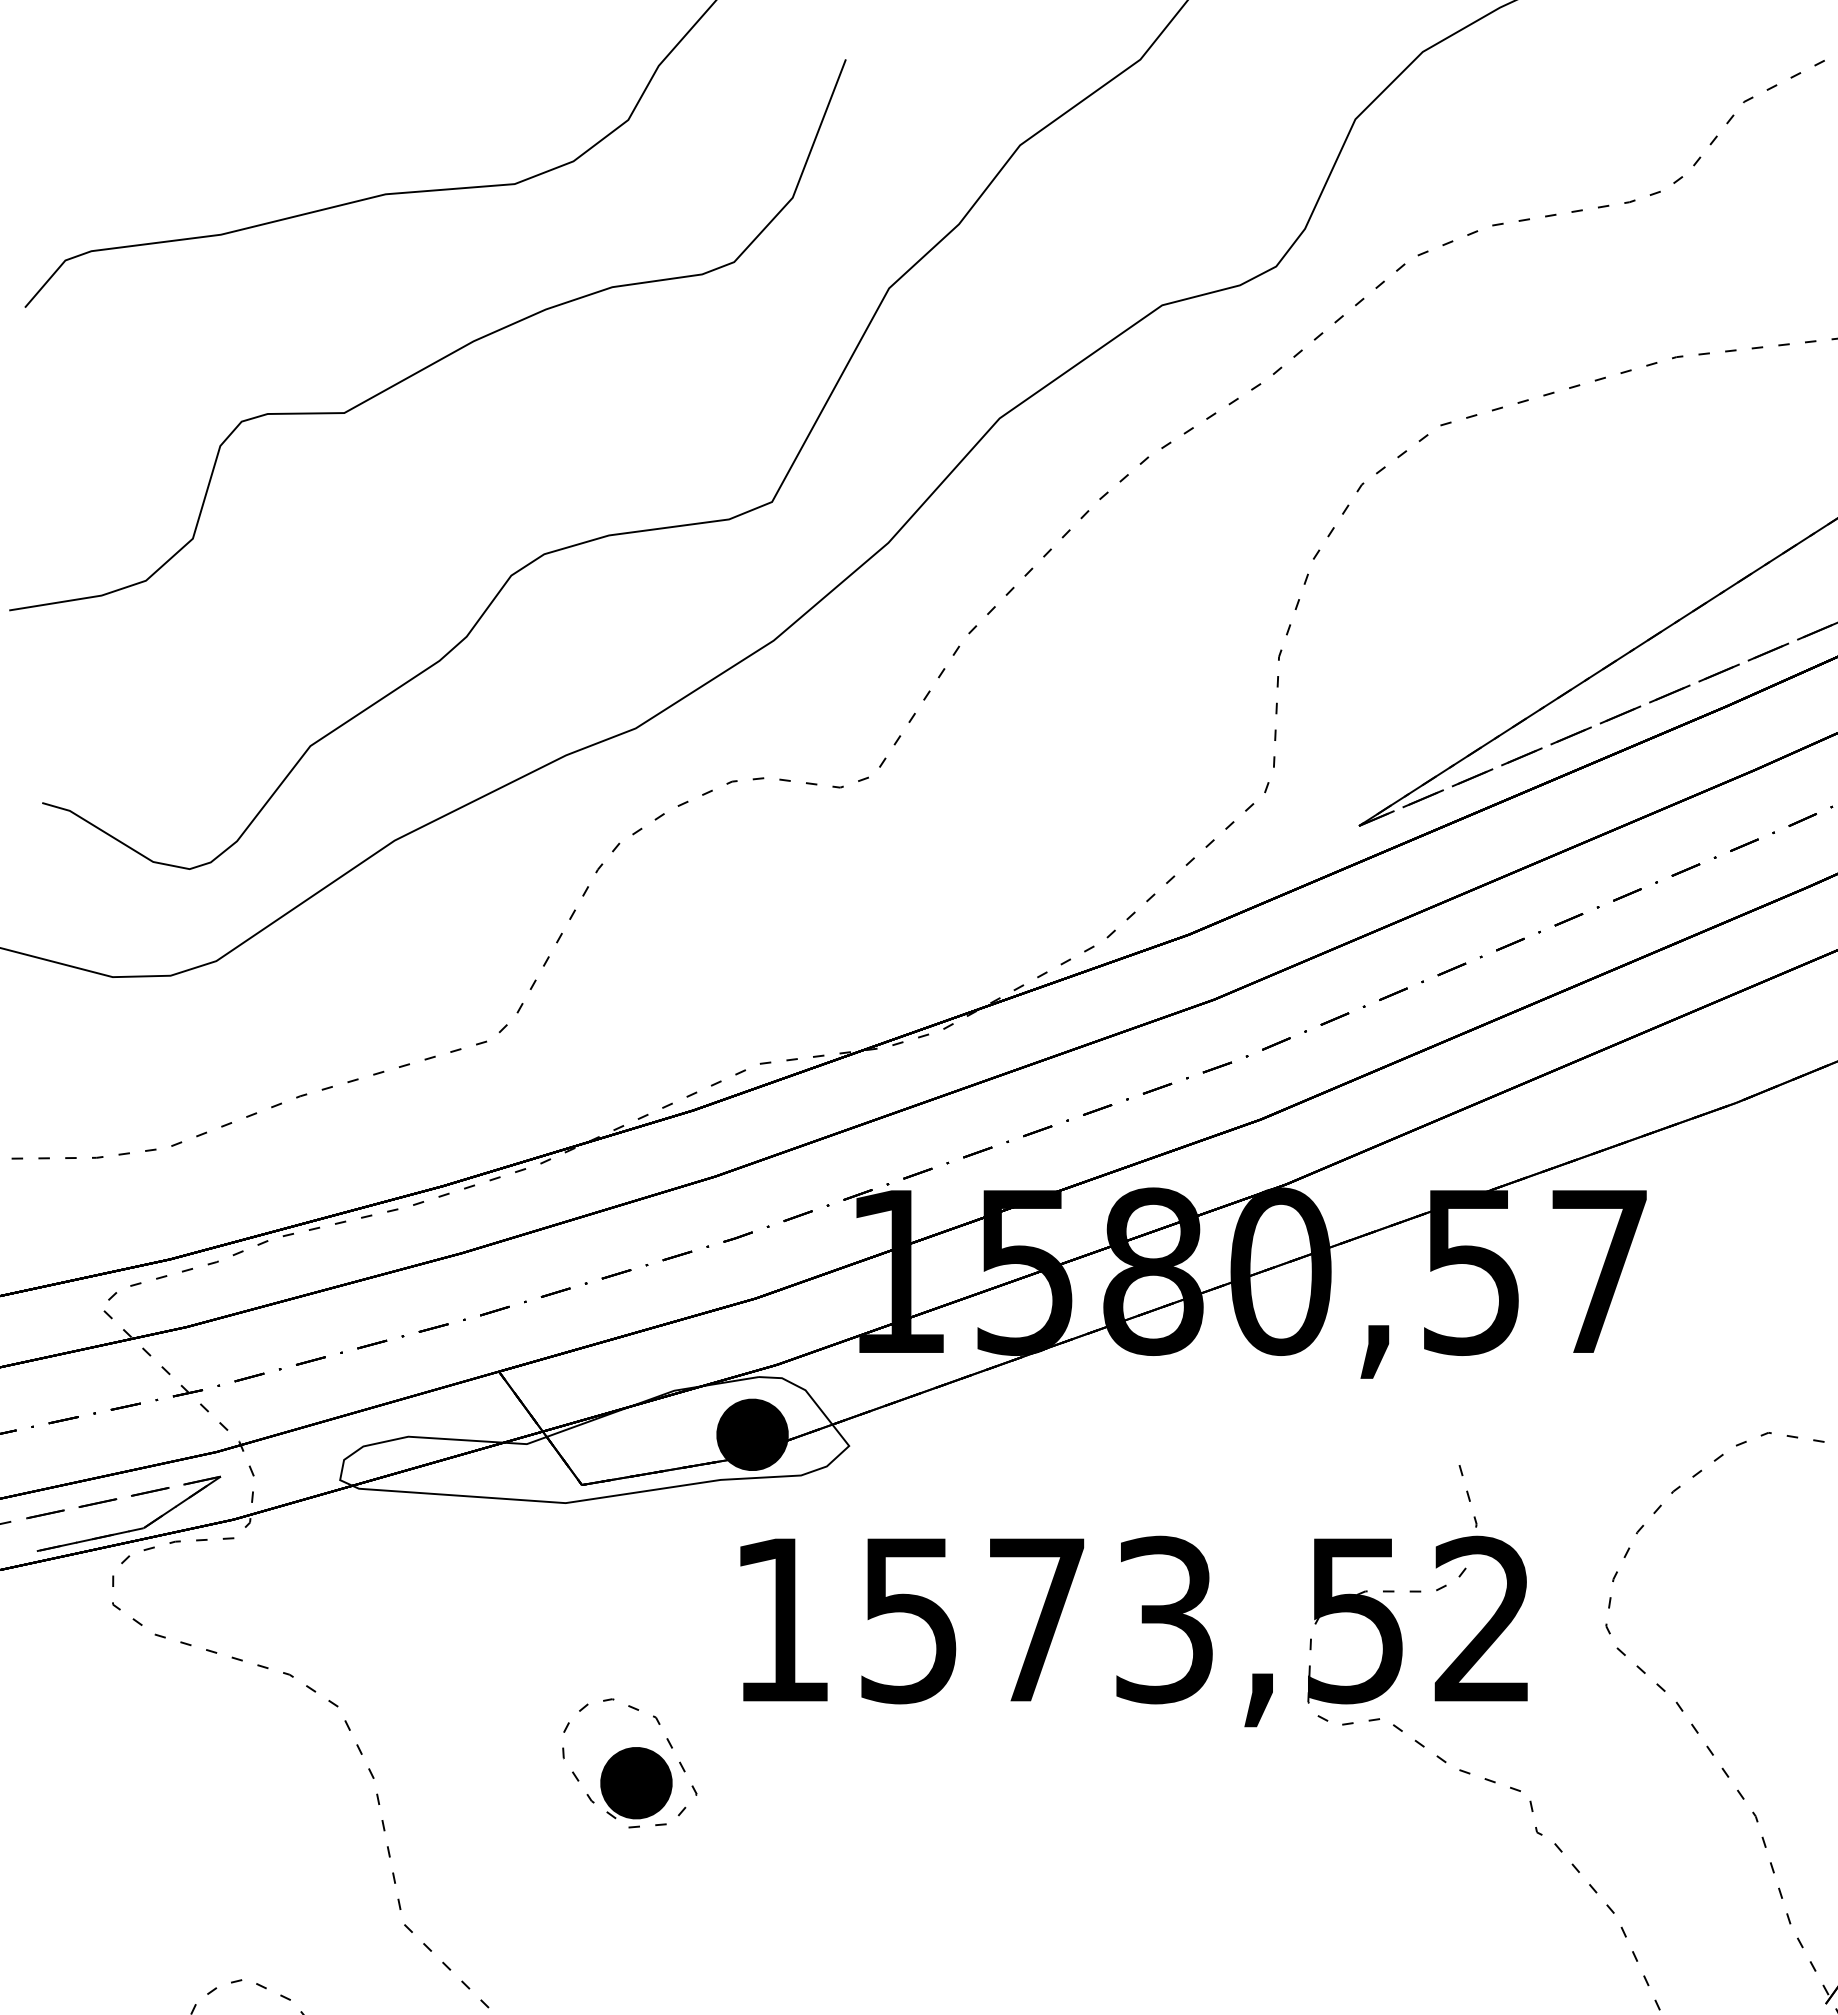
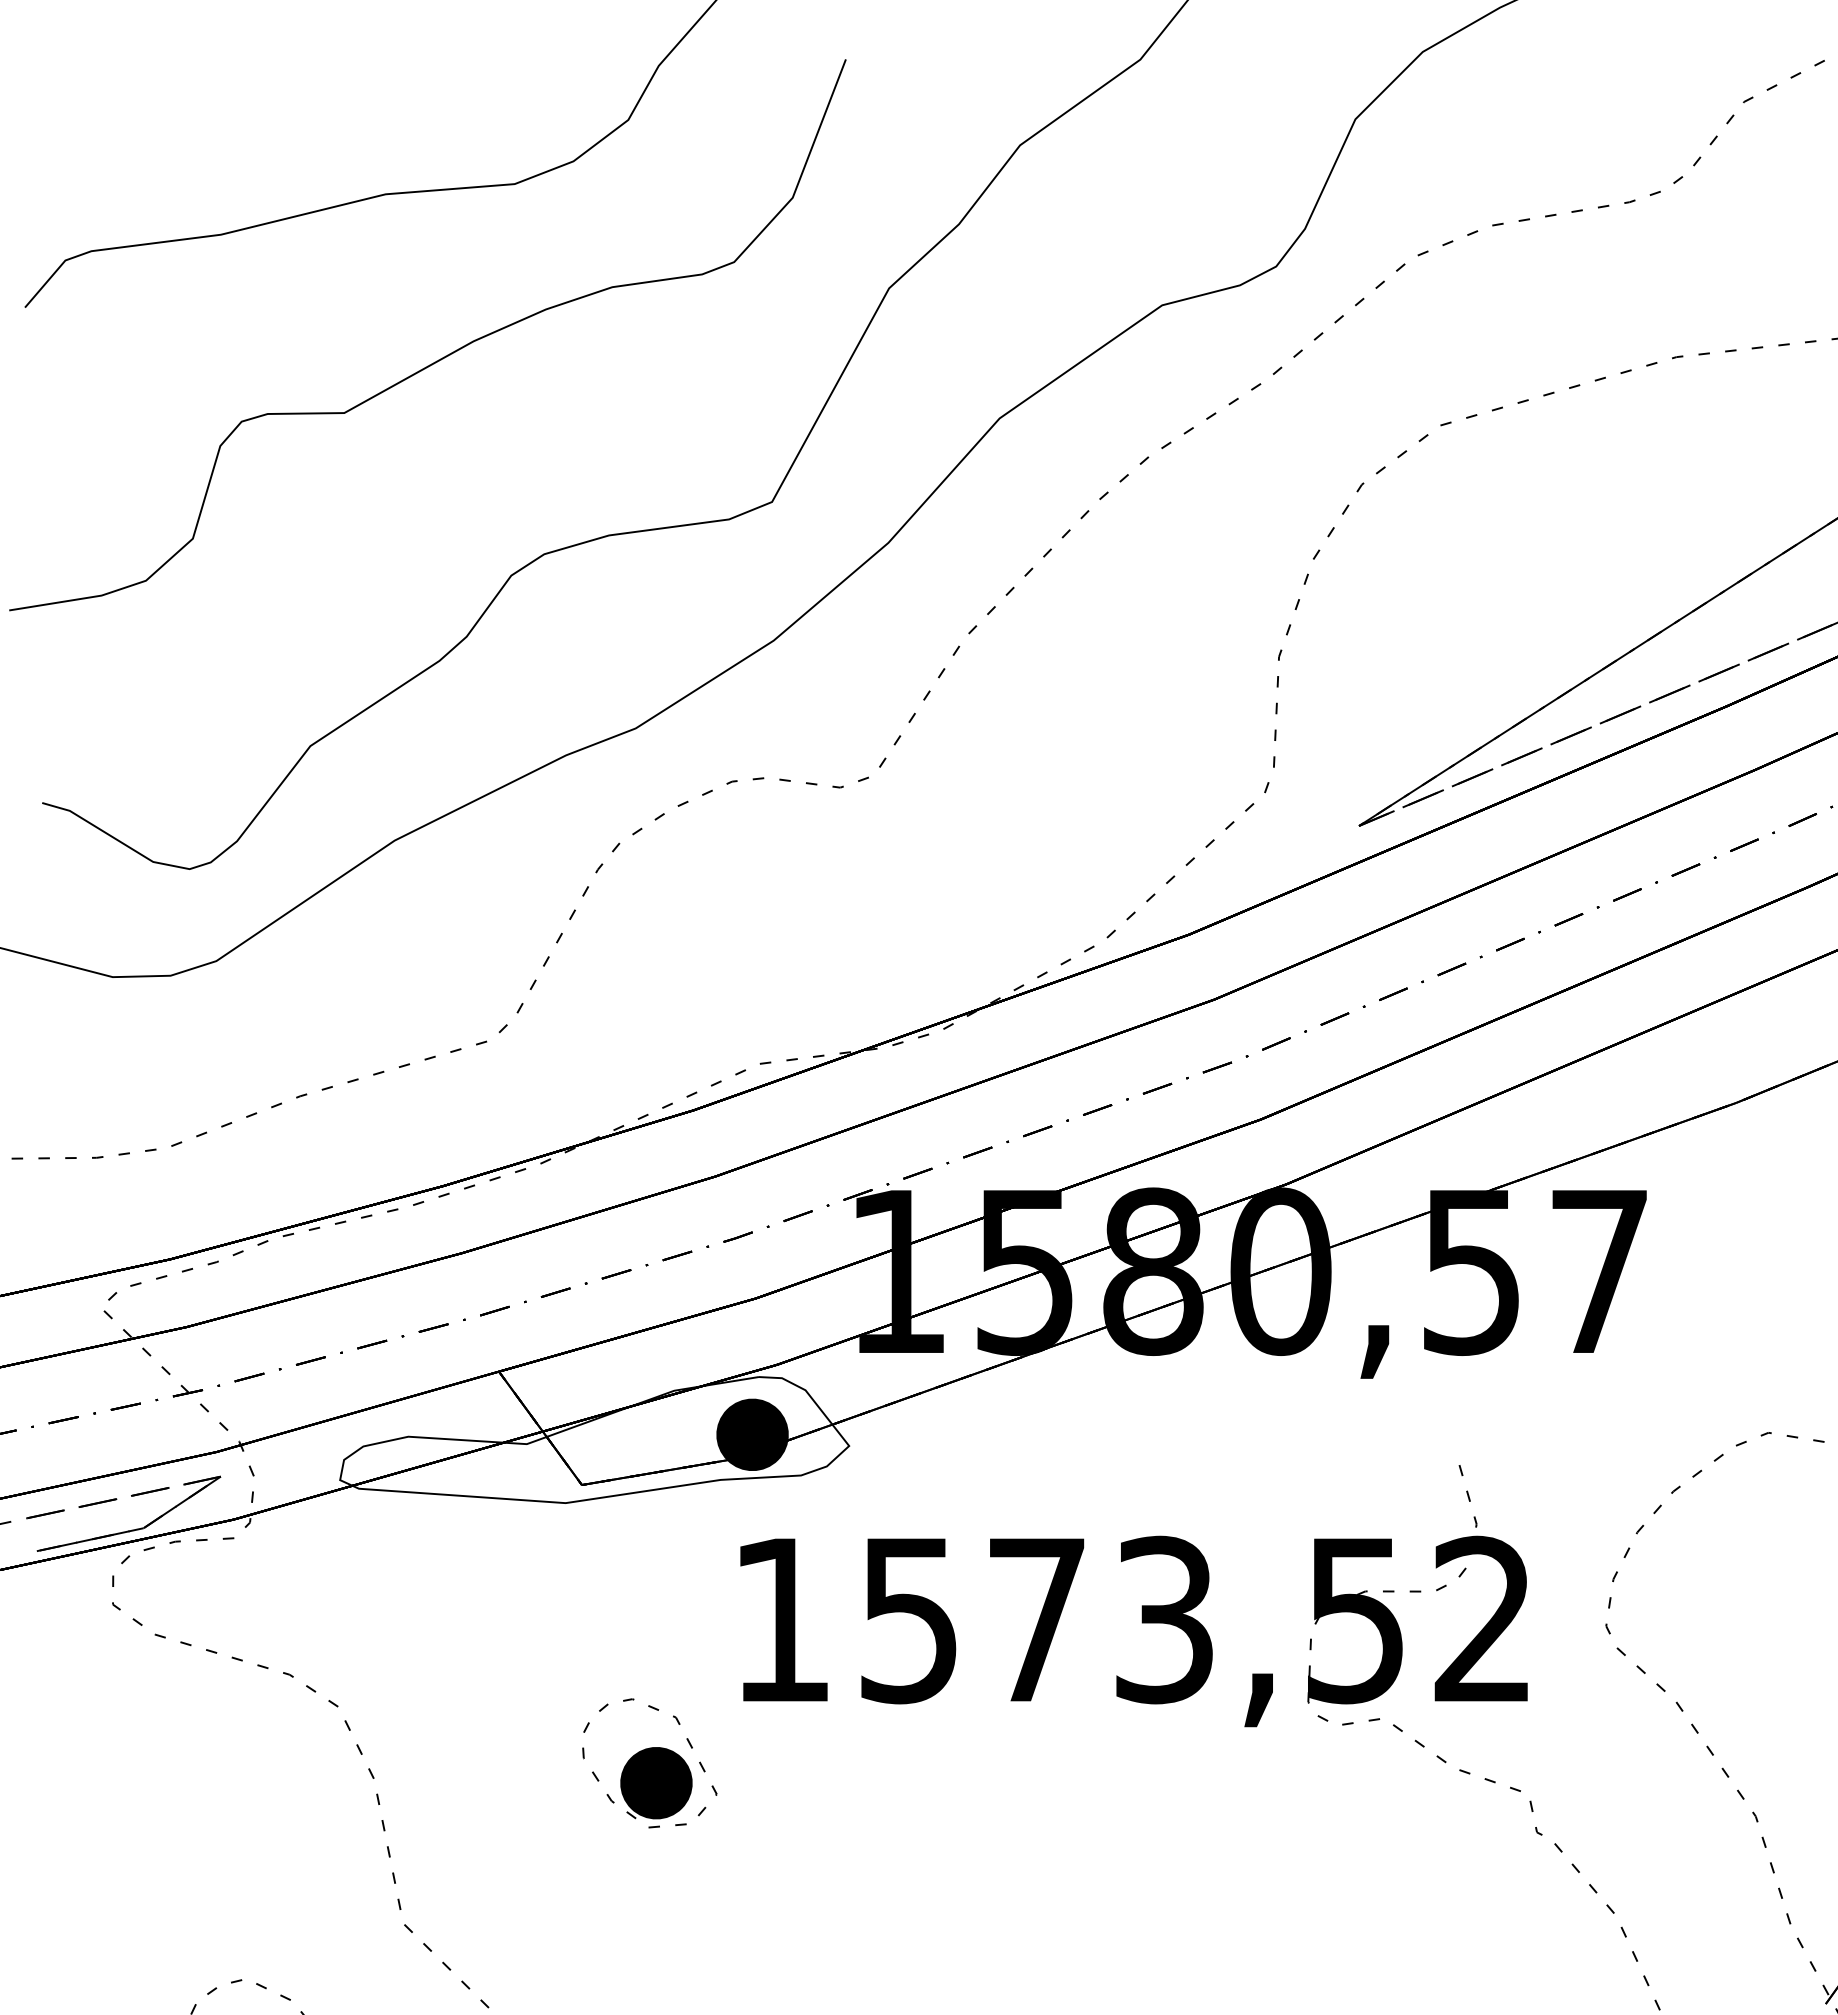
part at (629, 1763) position: (629, 1763) -> (649, 1763)
